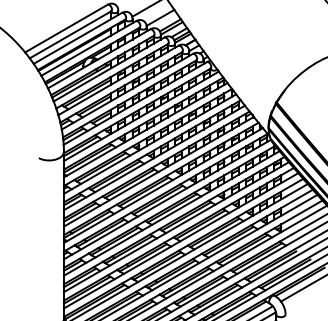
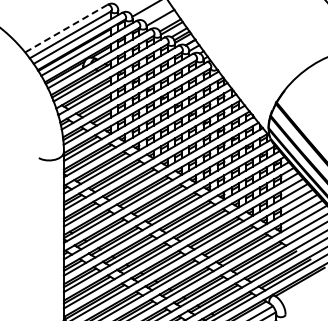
line at (66, 28): solid -> dashed
line at (302, 288): present -> none
